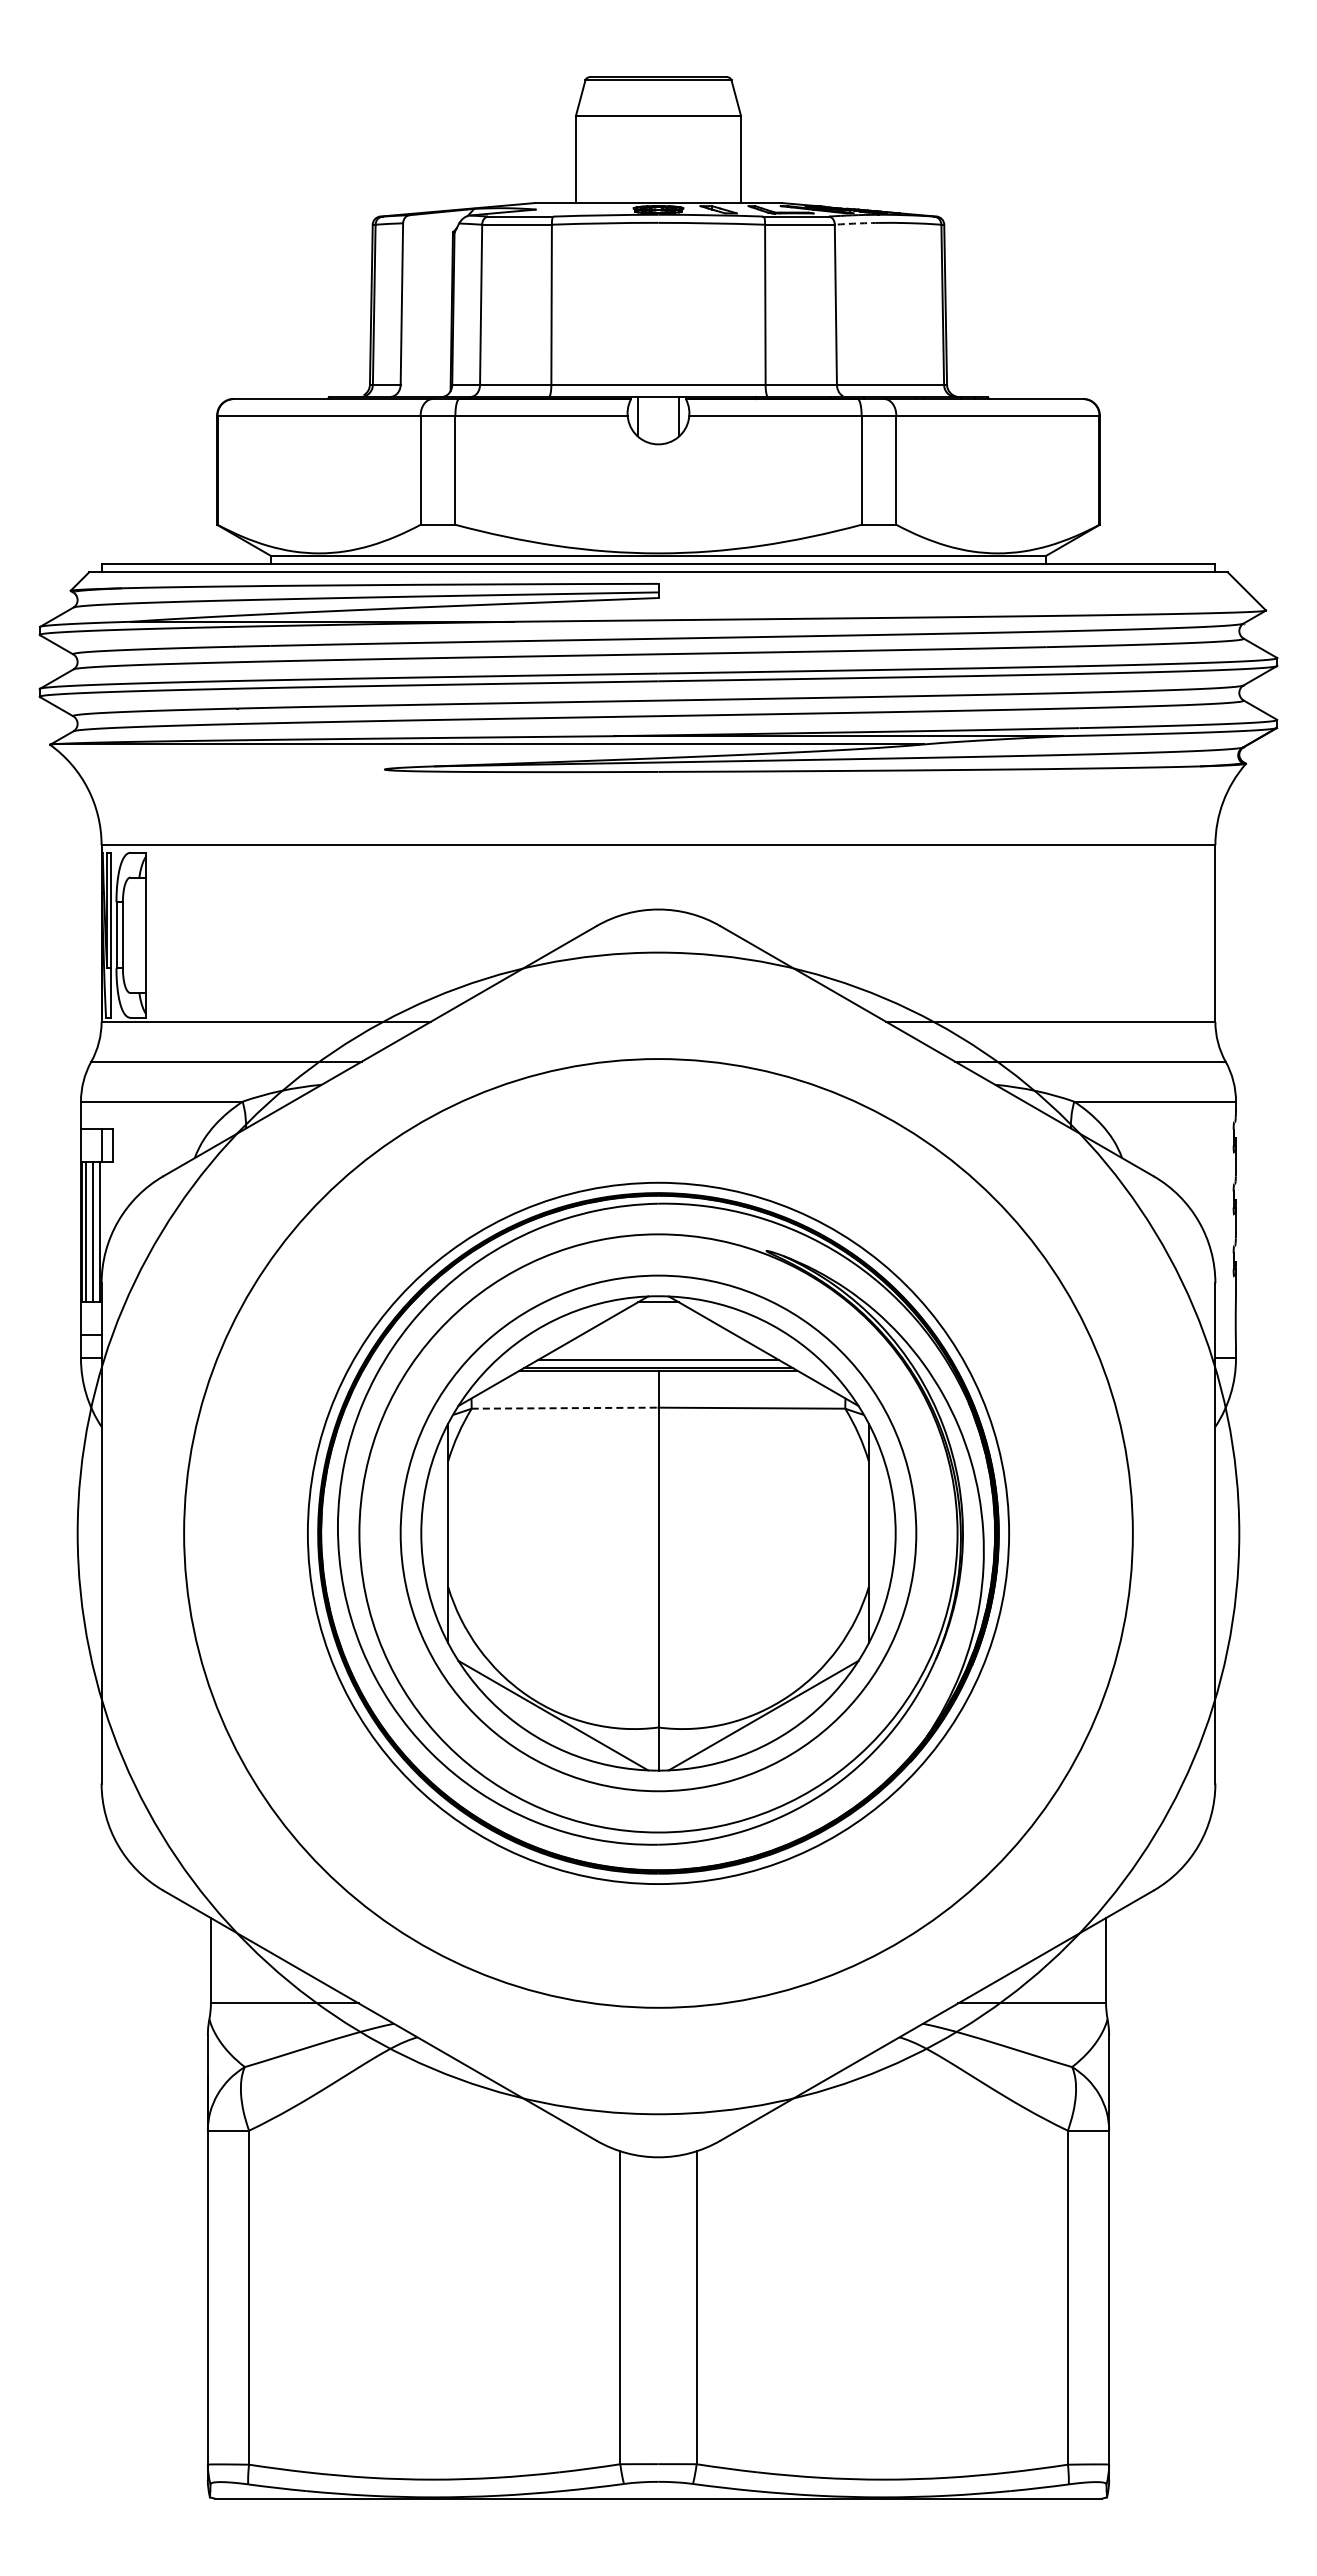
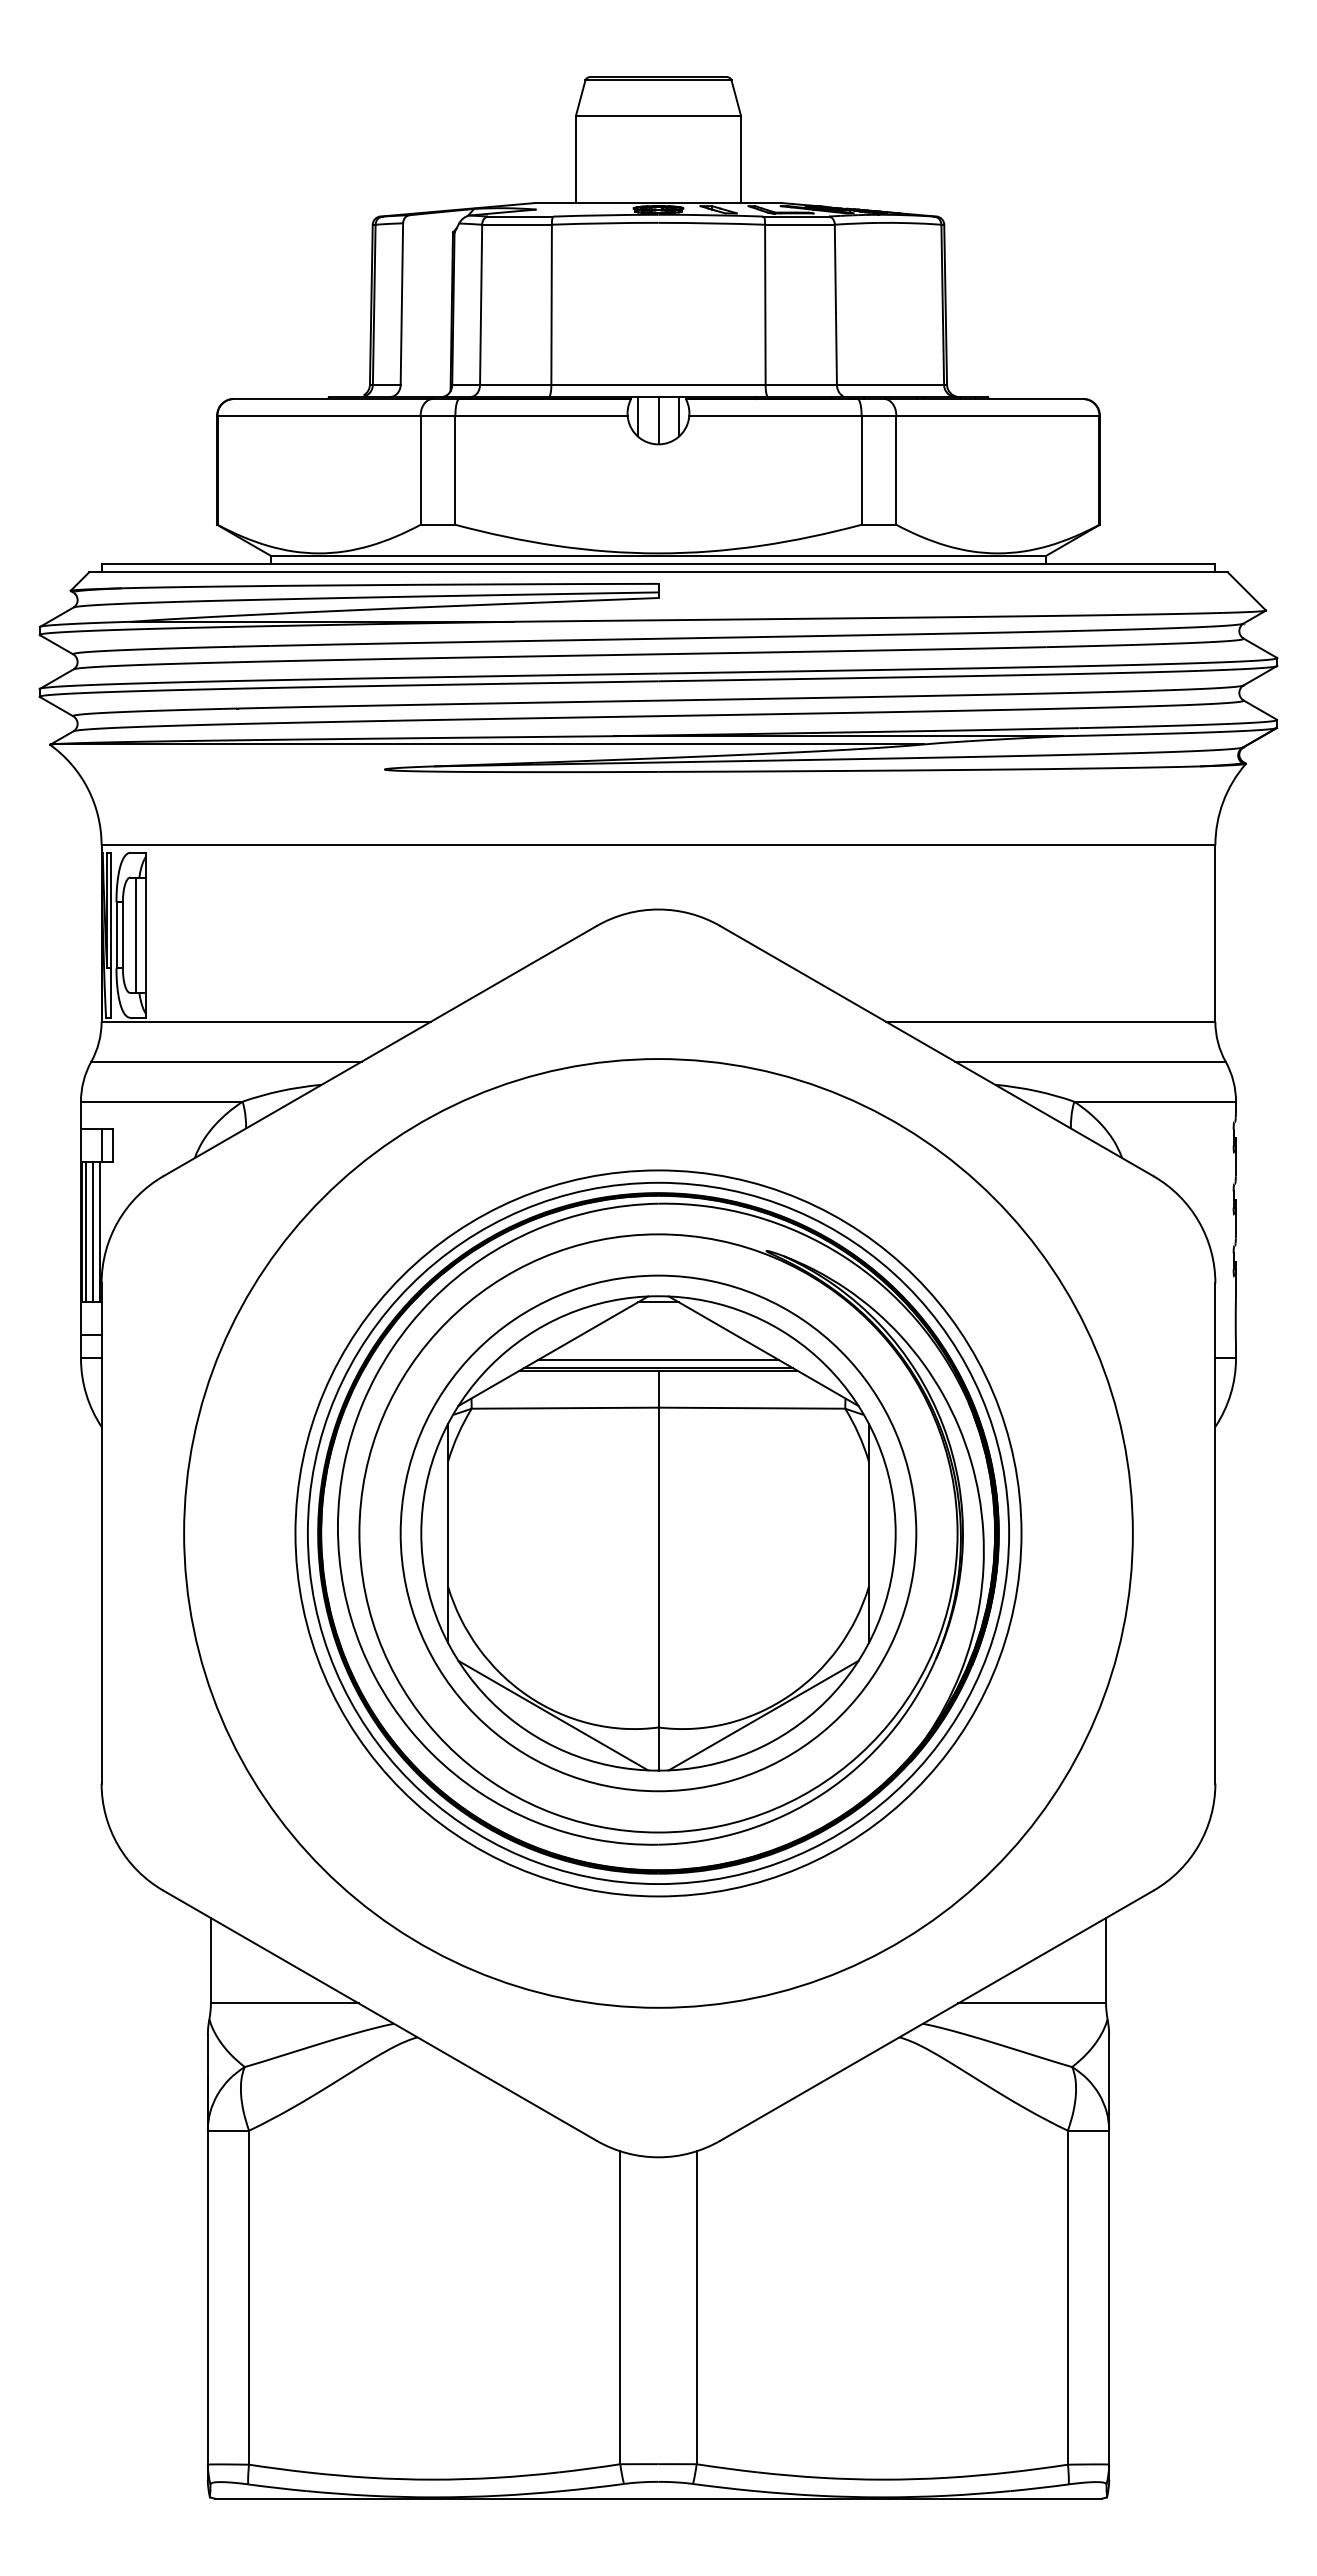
arc at (856, 223): dashed -> solid
line at (658, 420): none -> present
line at (136, 935): none -> present
line at (565, 1408): dashed -> solid
circle at (658, 1533) diameter: 1162 px -> 726 px
